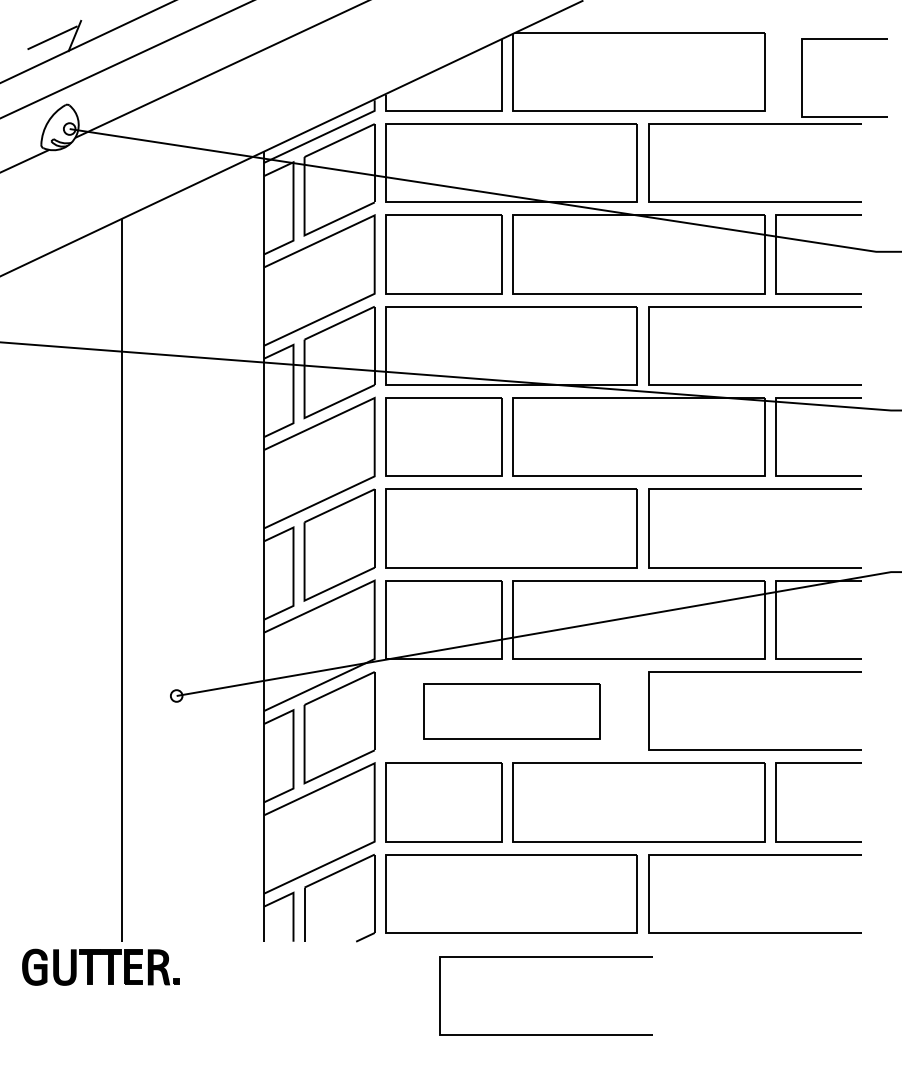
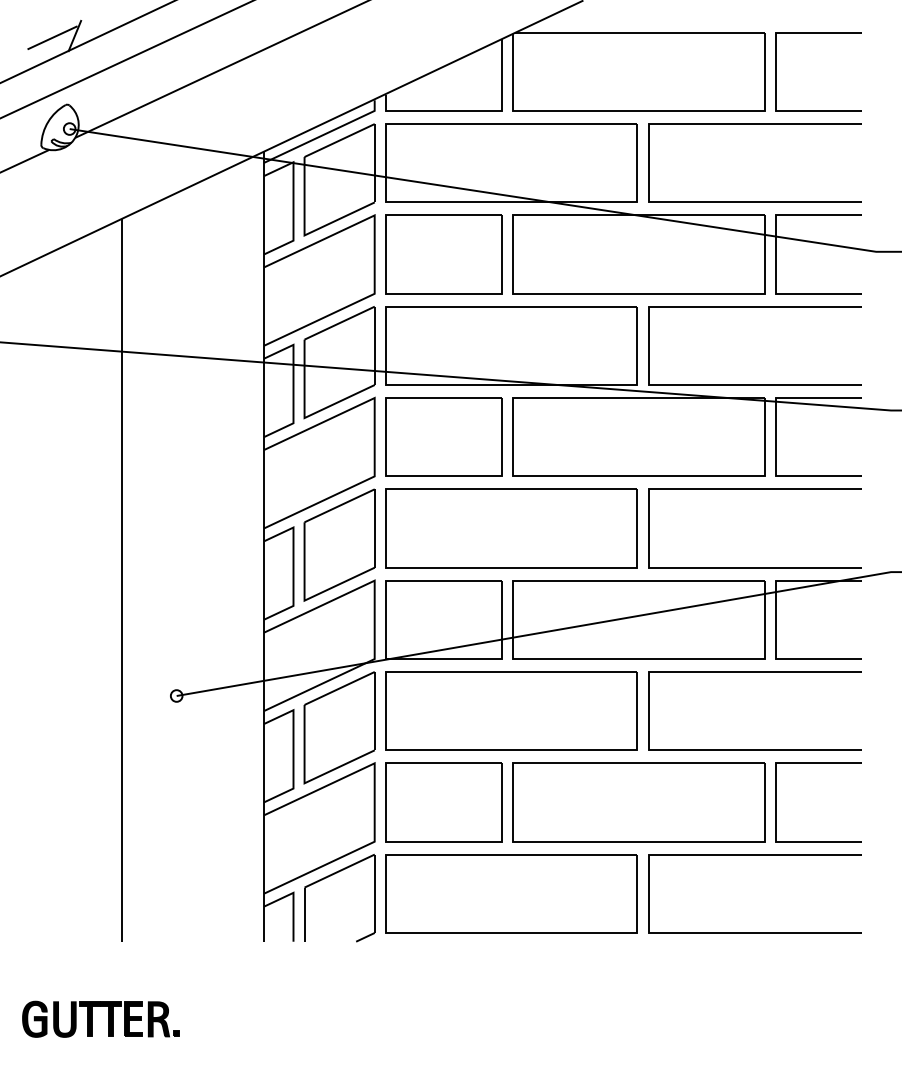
part at (844, 39) position: (844, 39) -> (818, 33)
part at (511, 711) size: 178x57 px -> 253x80 px
part at (545, 957): present -> none
part at (92, 966) position: (92, 966) -> (92, 1018)
